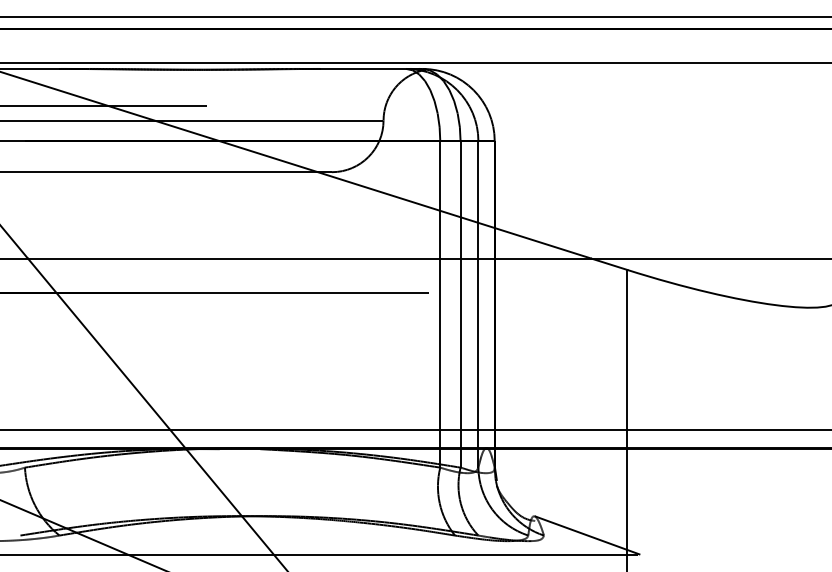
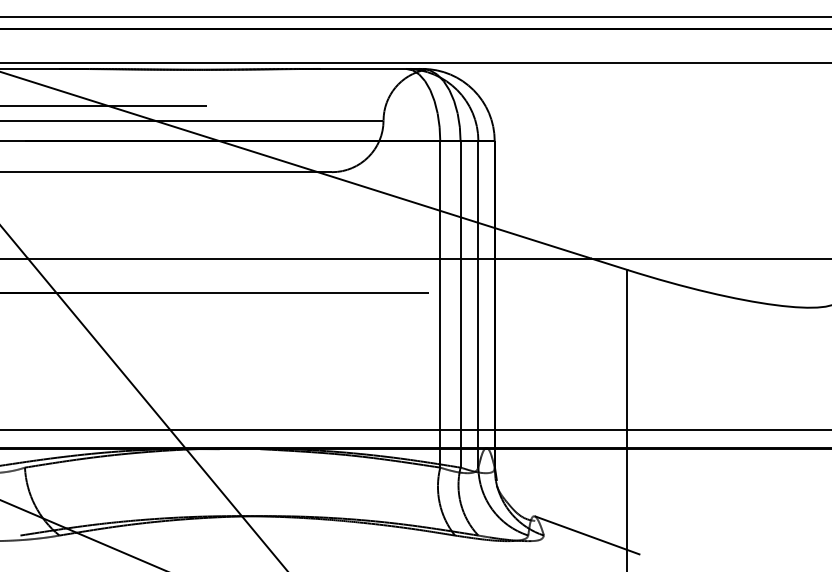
line at (319, 554): present -> none
